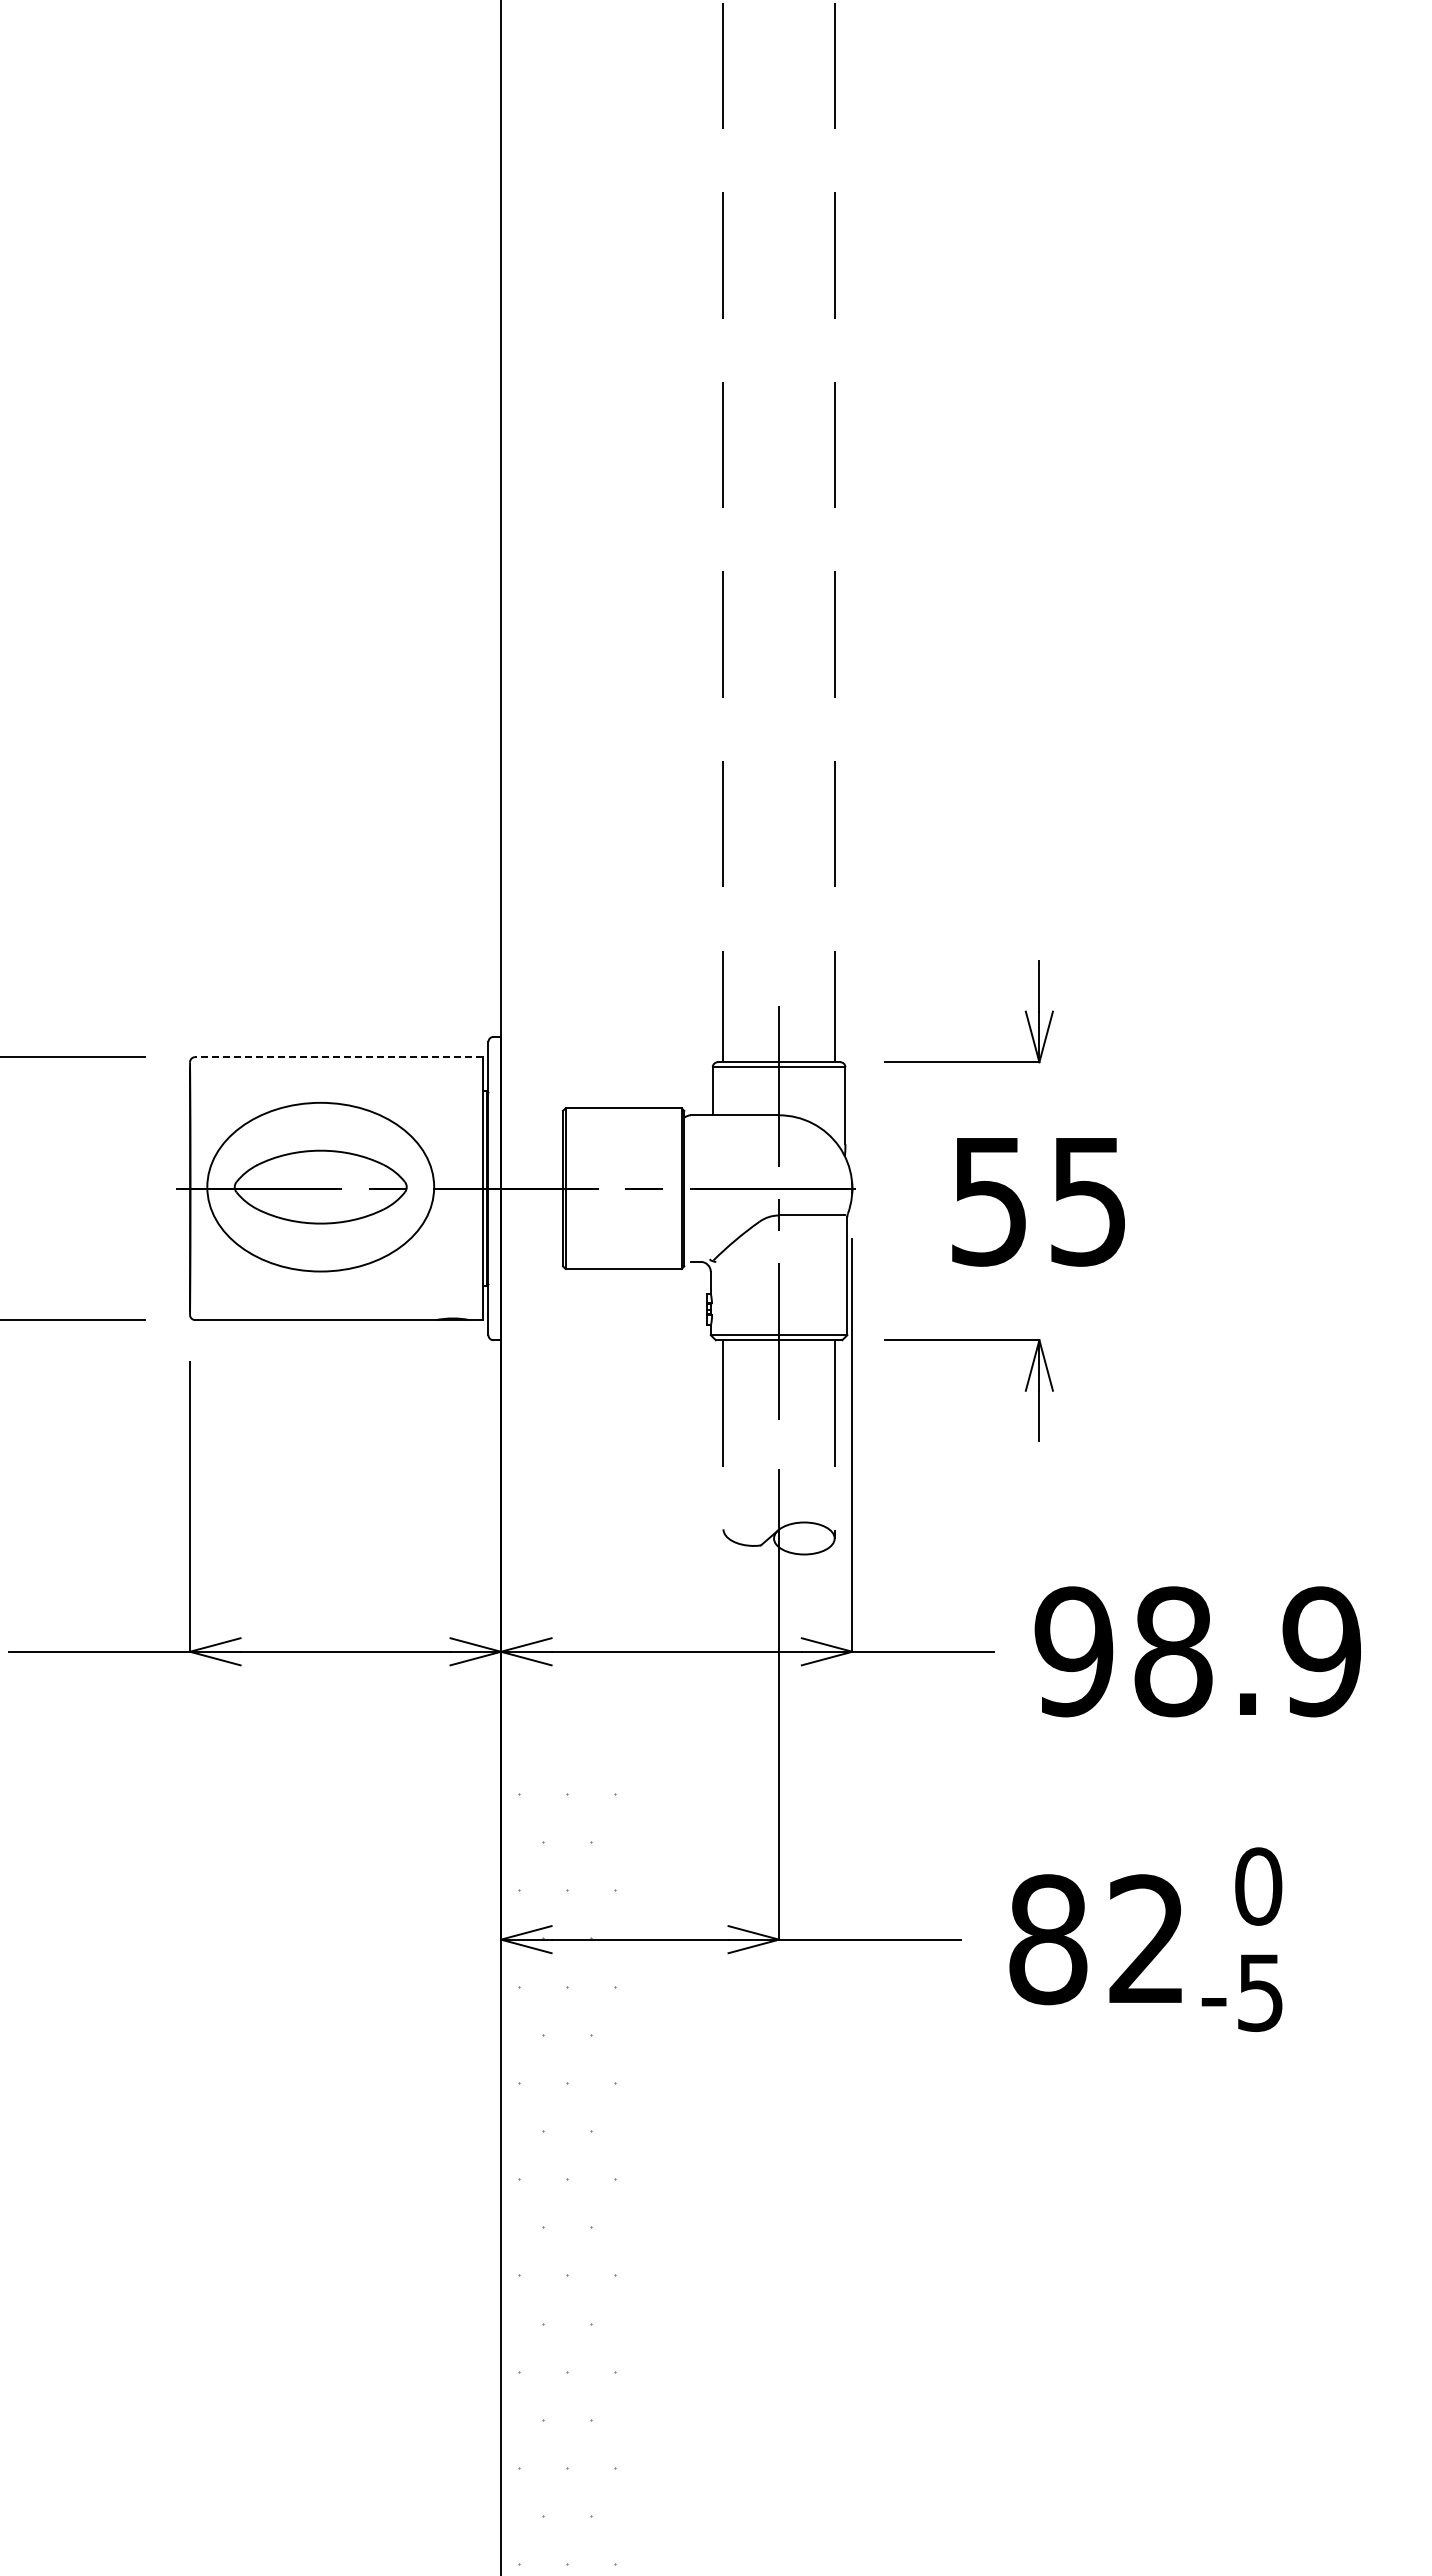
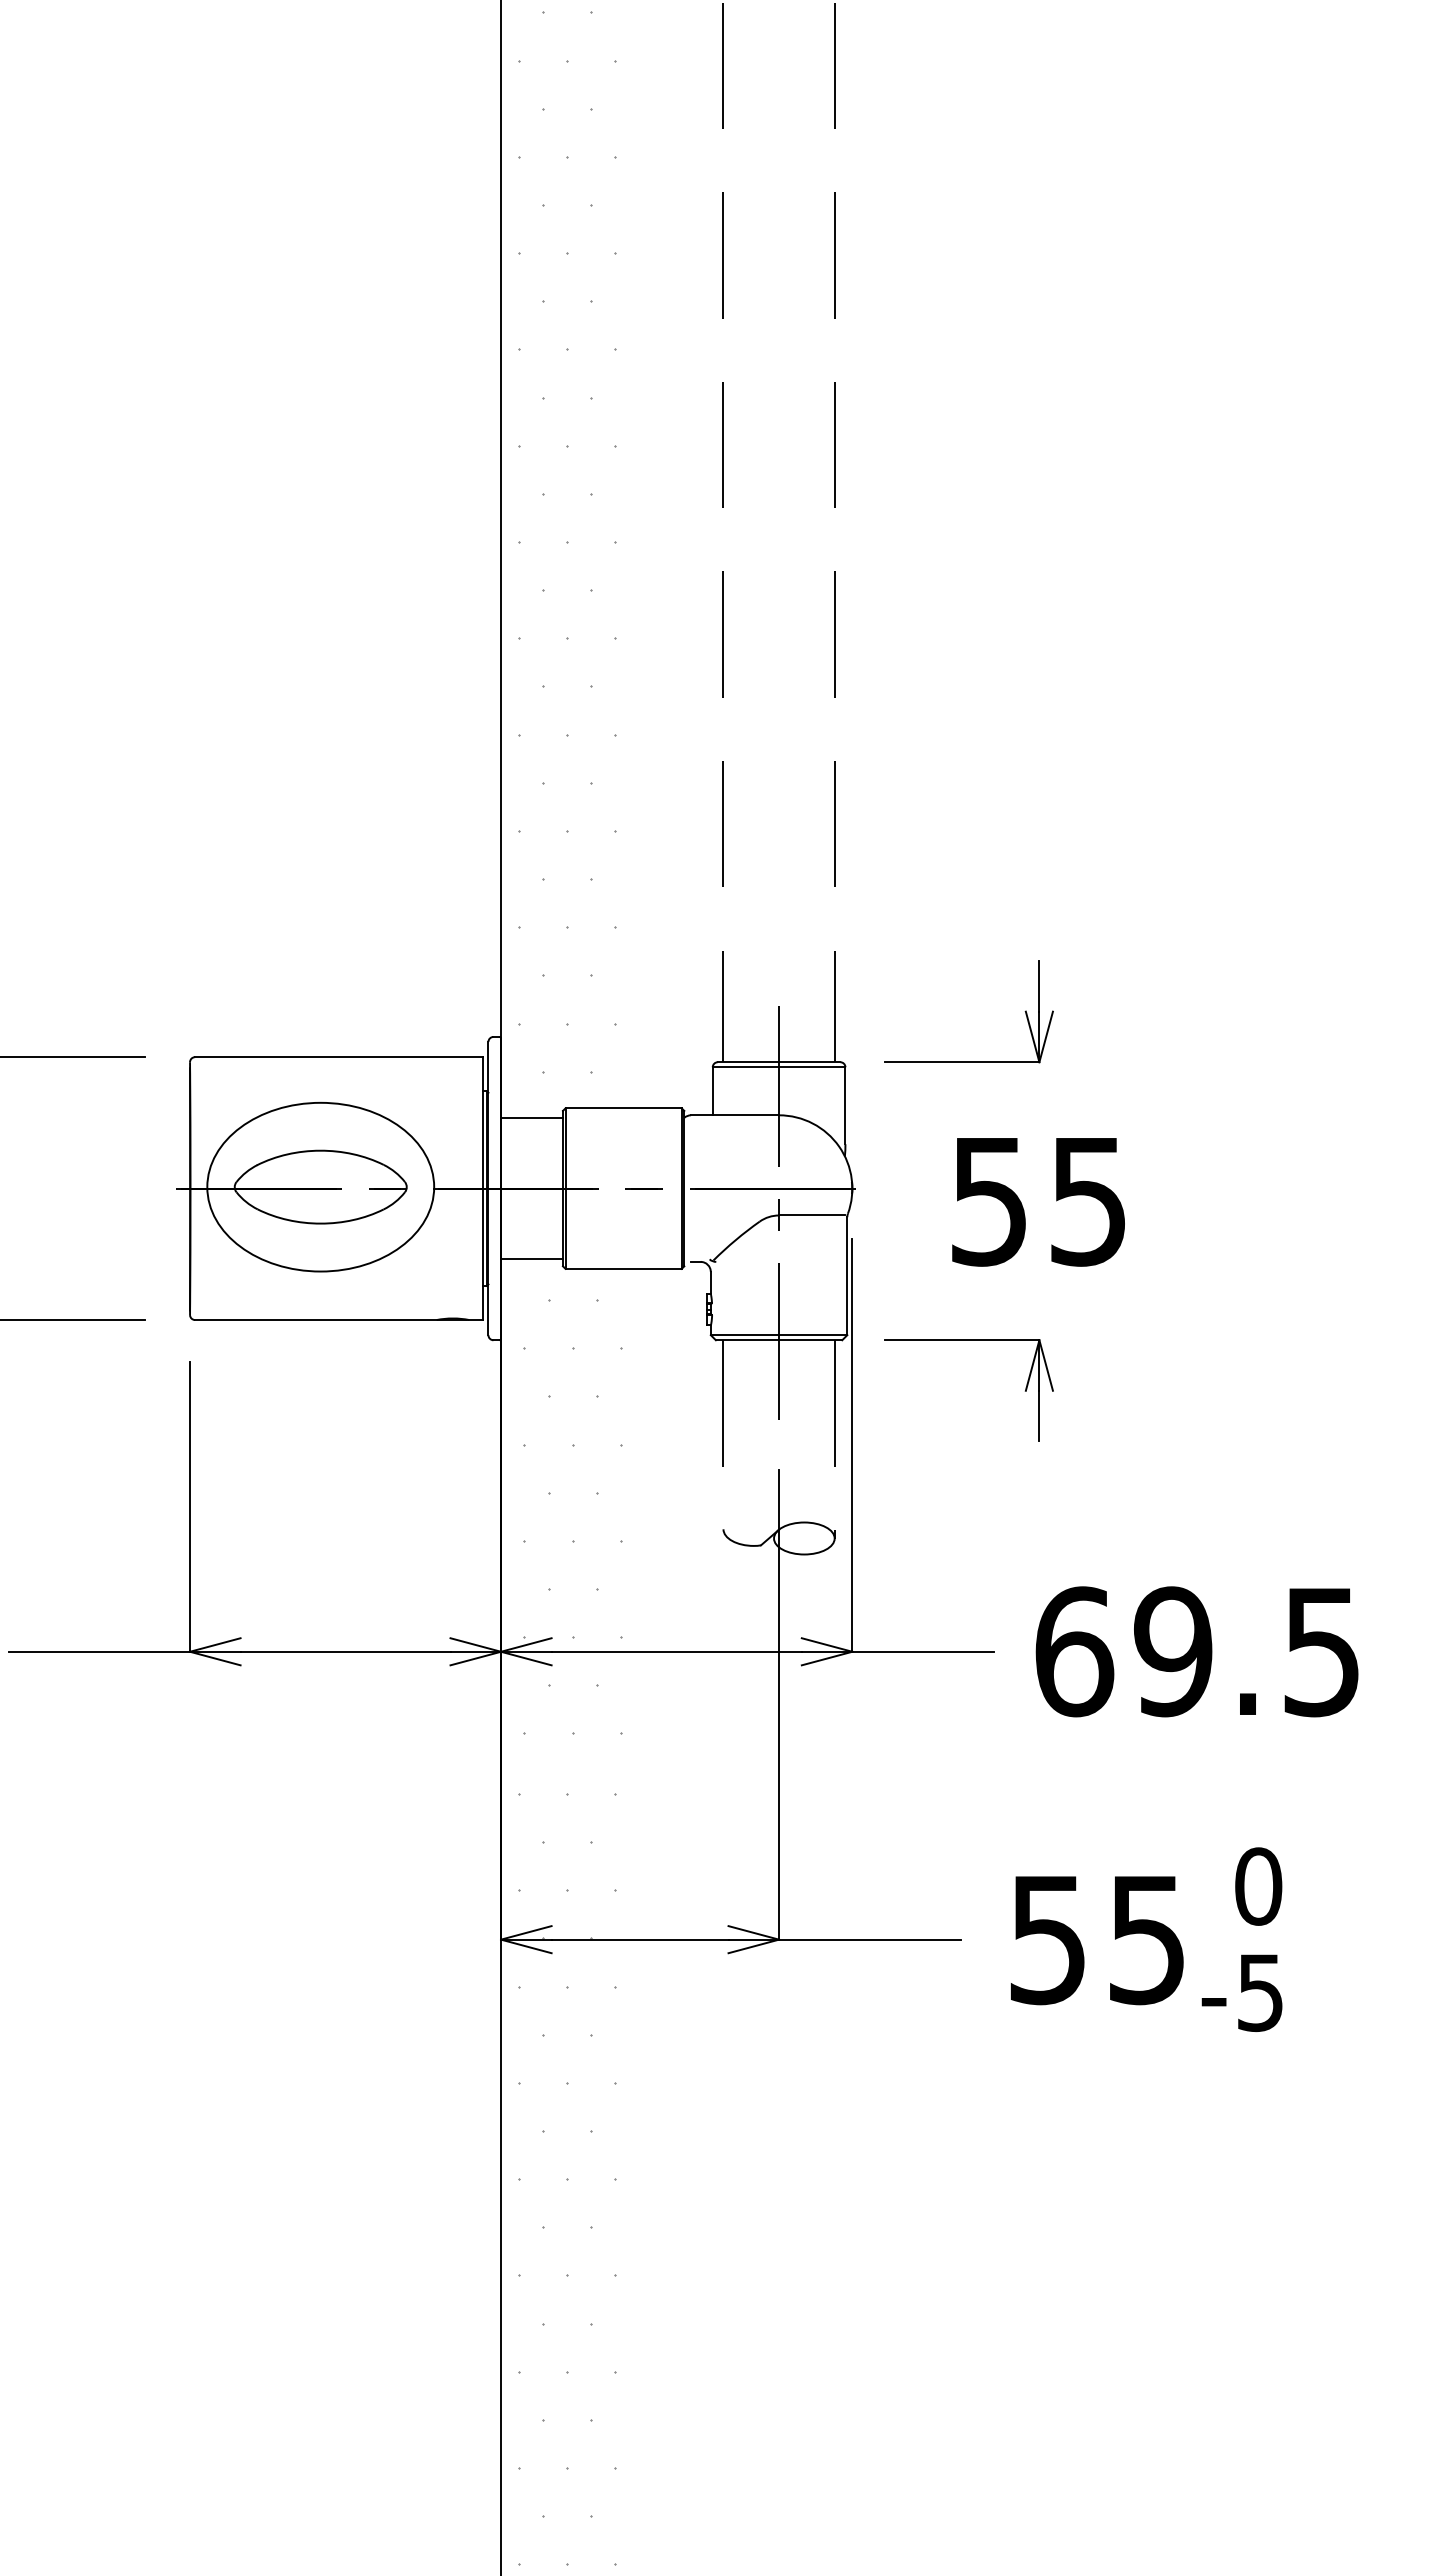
hatch at (566, 541): none -> present
line at (338, 1057): dashed -> solid
line at (531, 1117): none -> present
line at (531, 1259): none -> present
hatch at (572, 1516): none -> present
text at (1197, 1651): 98.9 -> 69.5
text at (1096, 1939): 82 -> 55
